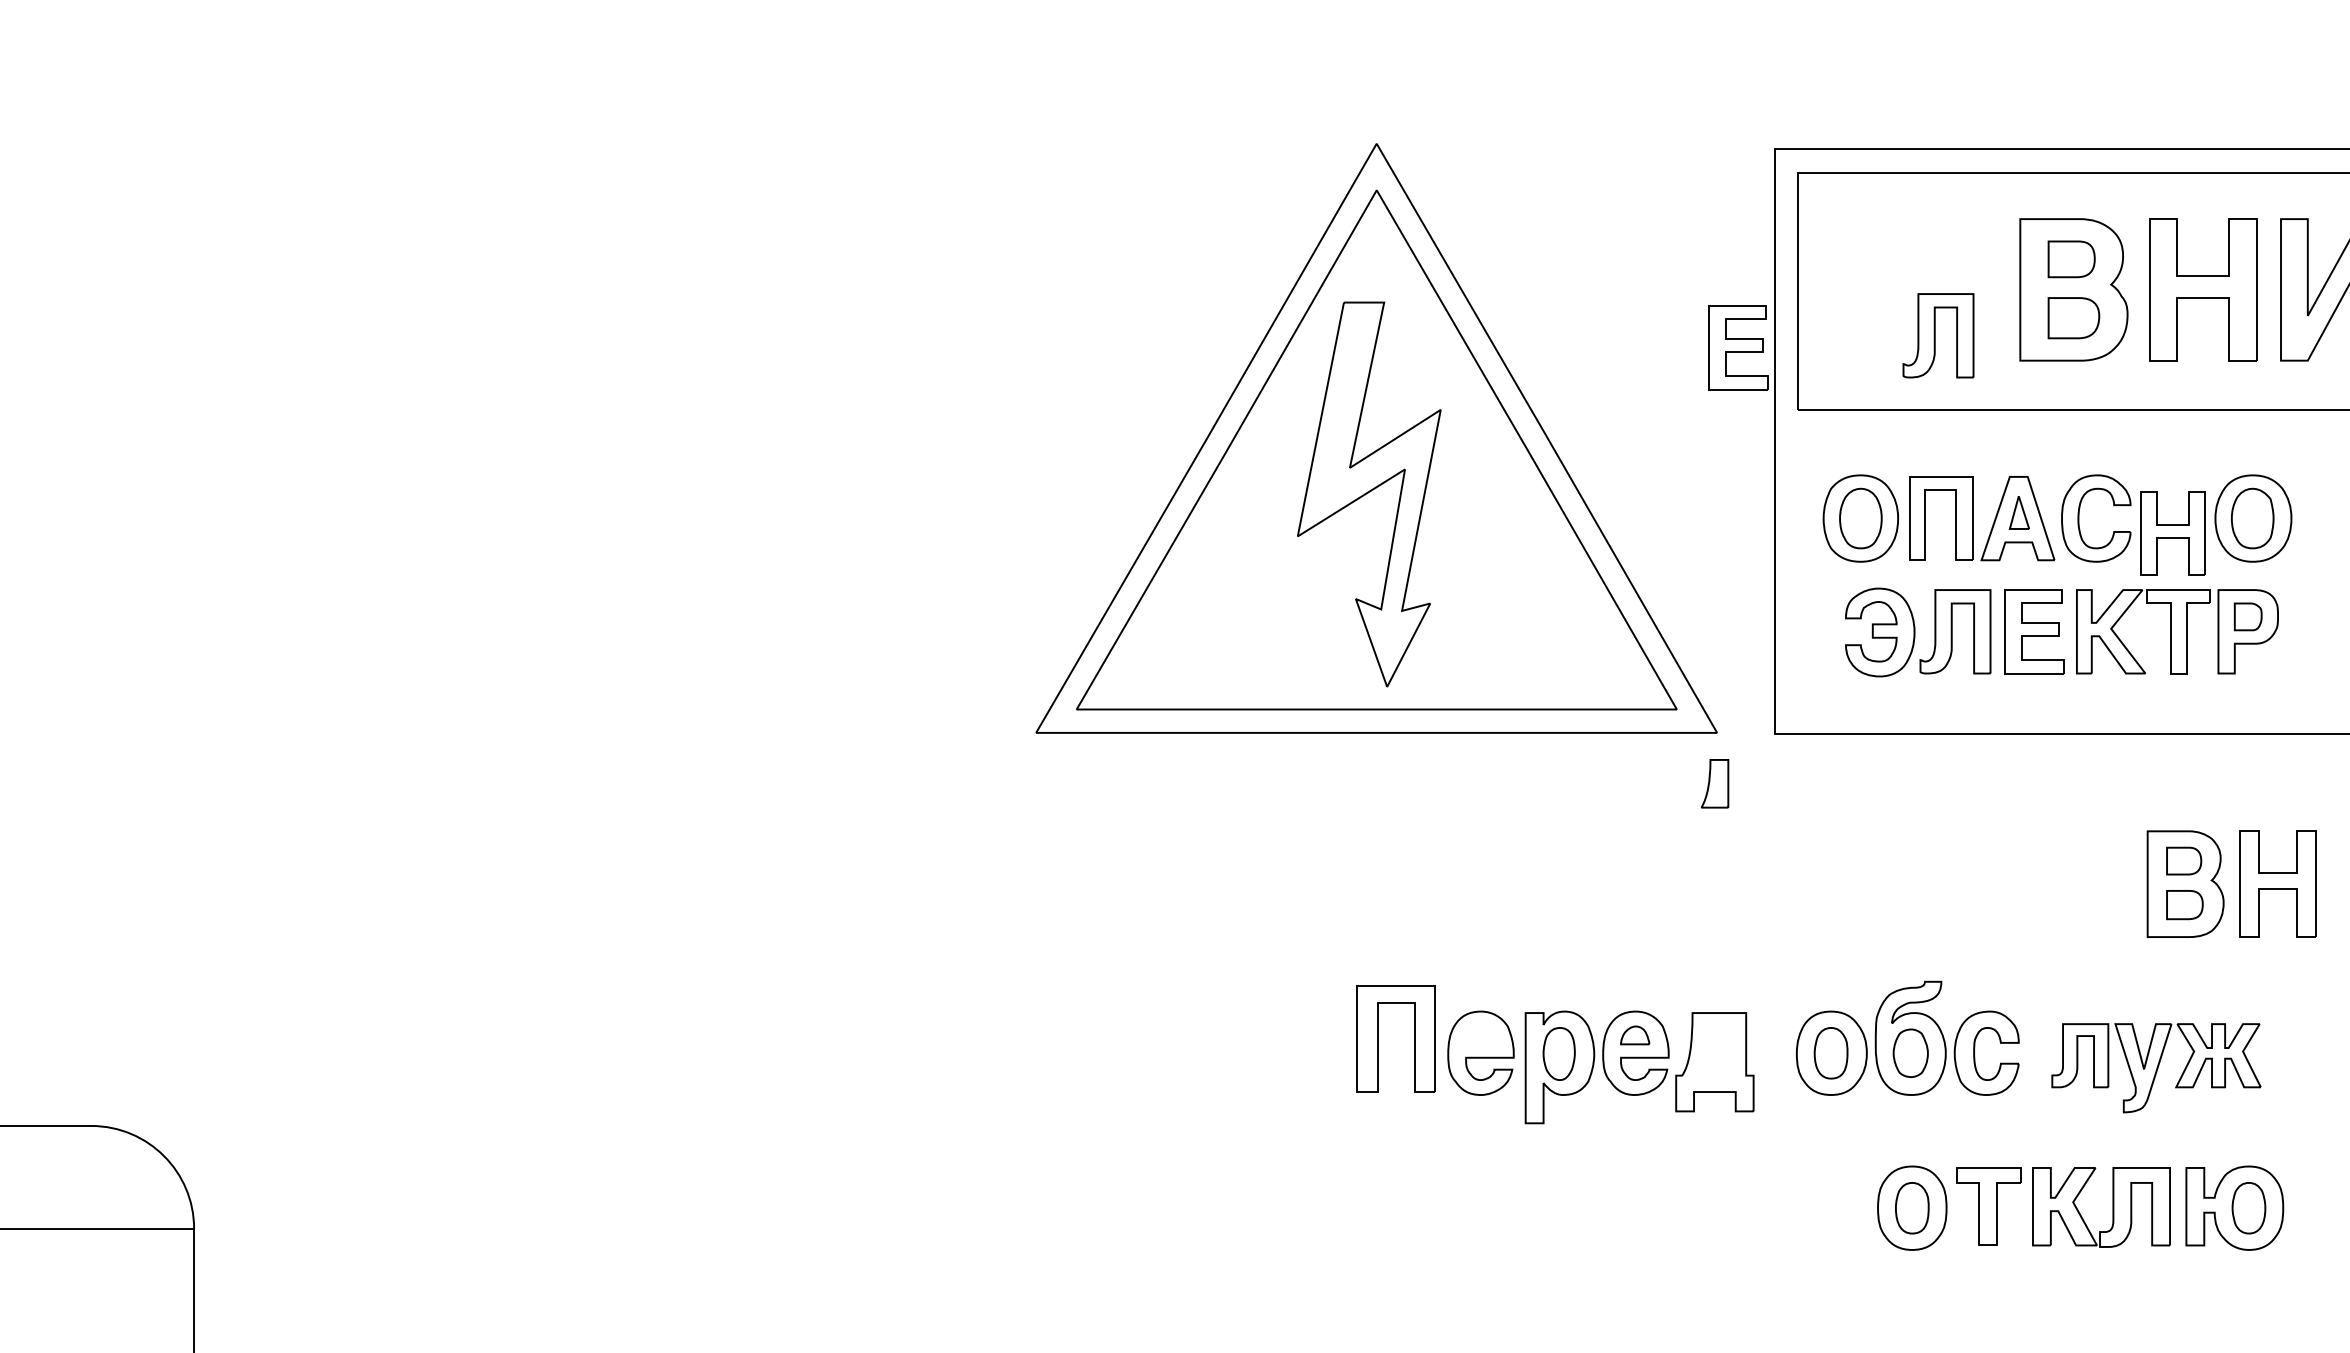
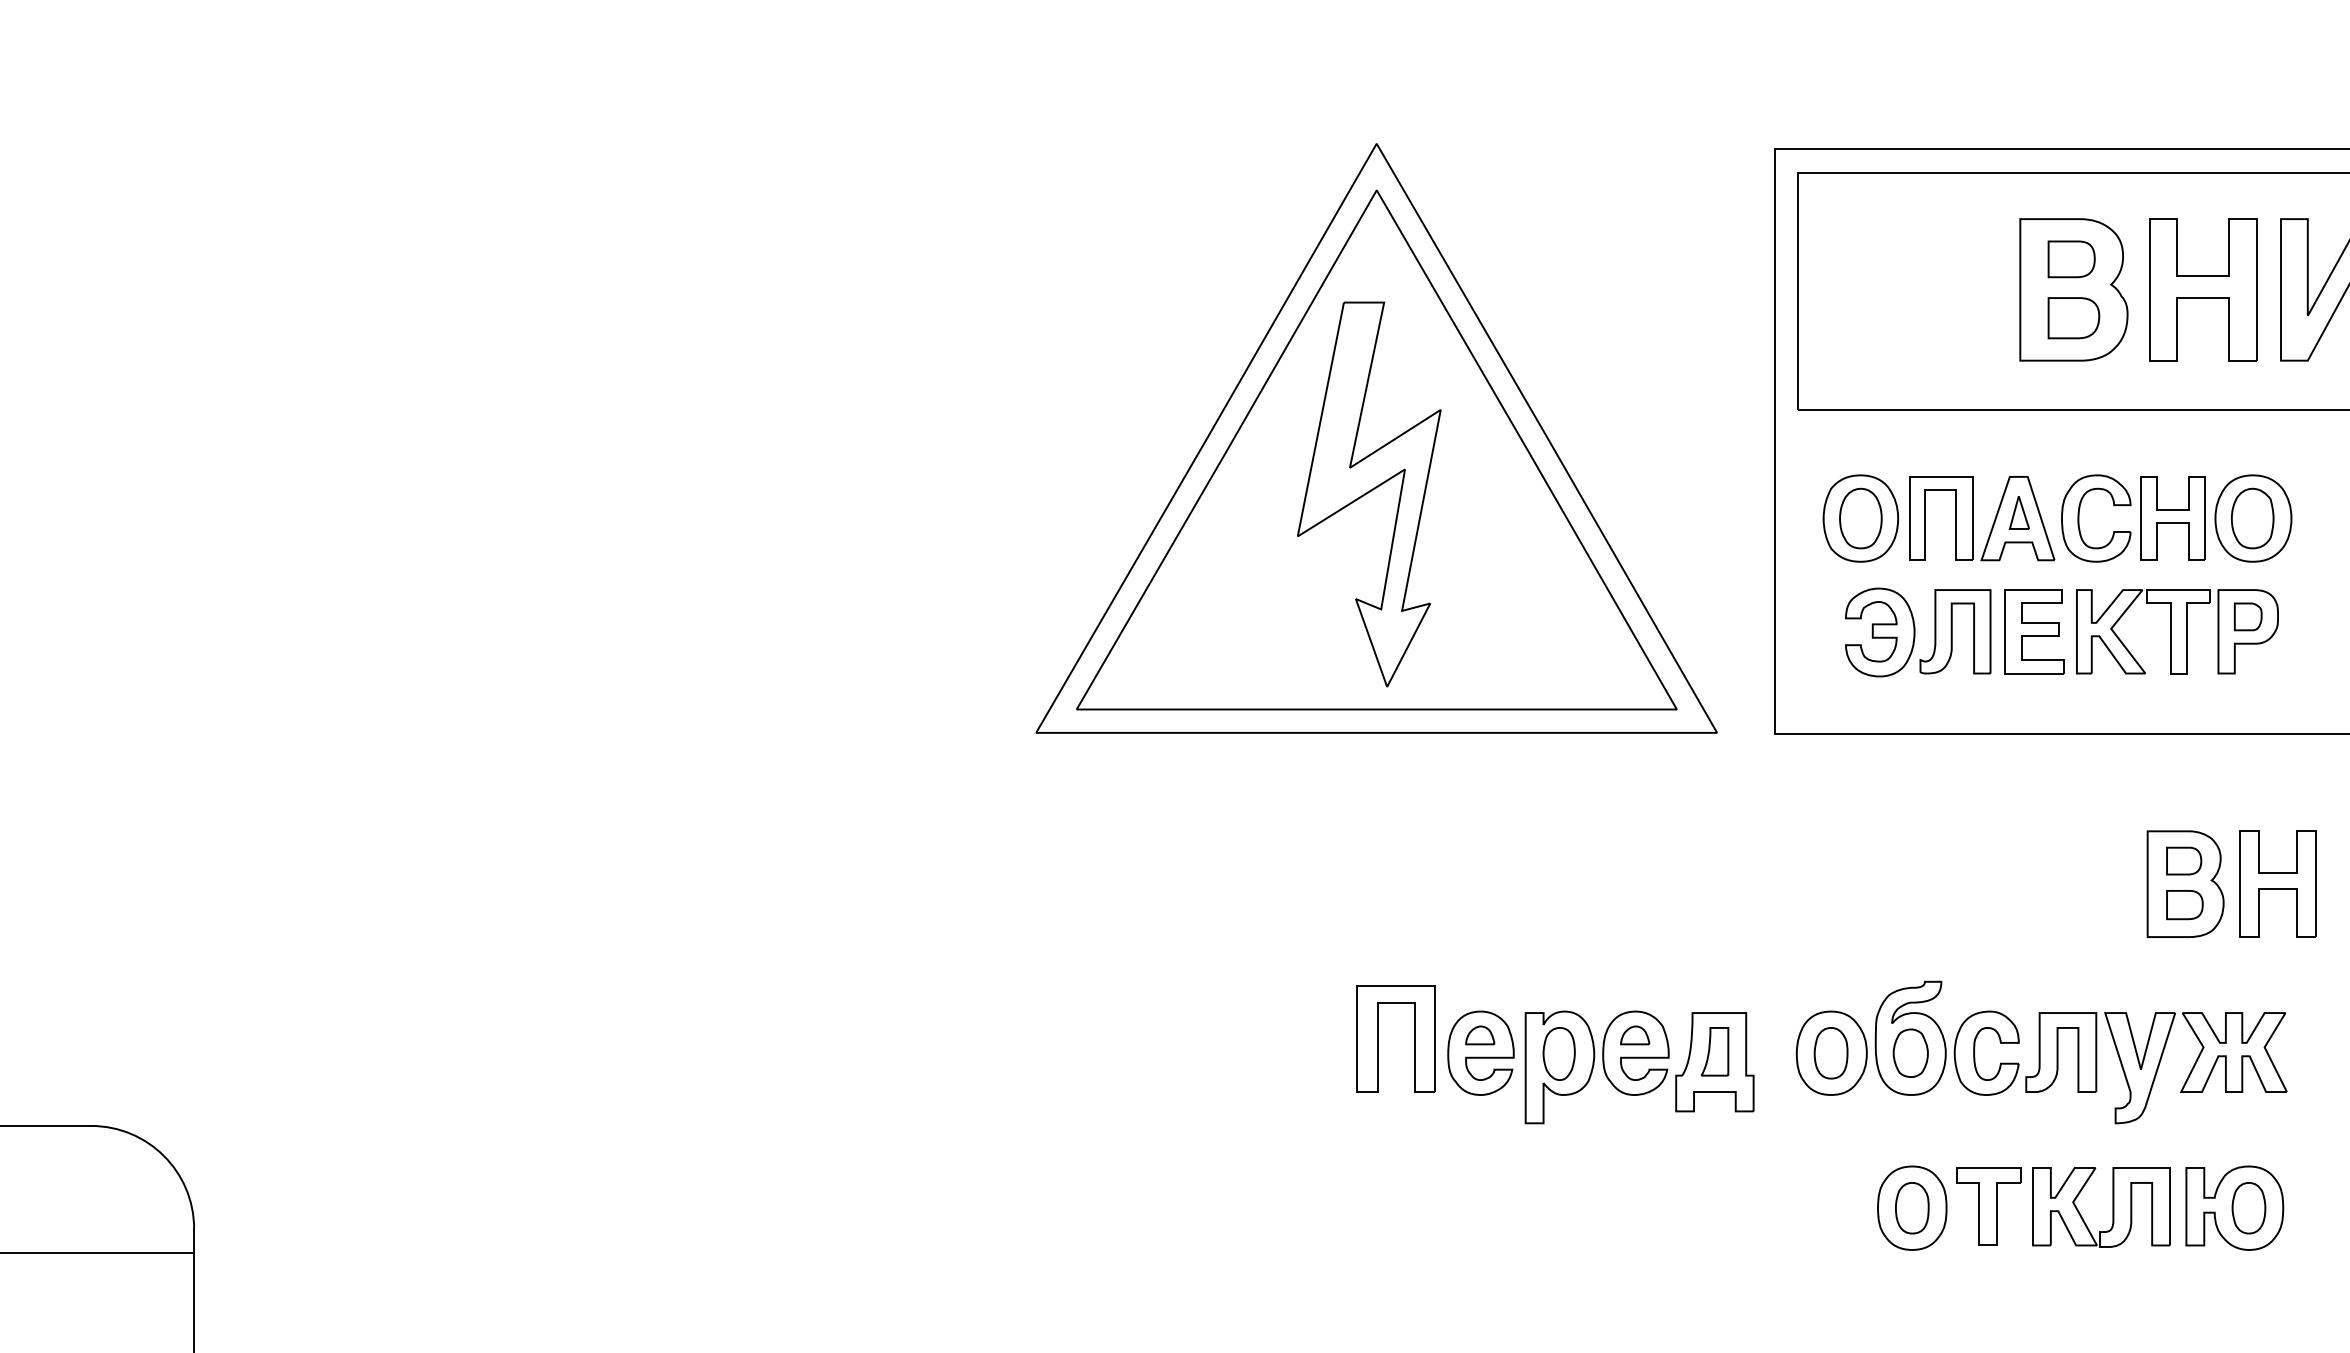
part at (1938, 335): present -> none
part at (1738, 347): present -> none
part at (2172, 533) position: (2172, 533) -> (2172, 518)
part at (1714, 783) position: (1714, 783) -> (1714, 1051)
part at (1480, 1035): none -> present
part at (2156, 1068) size: 211x91 px -> 263x113 px
line at (98, 1228) position: (98, 1228) -> (98, 1252)
